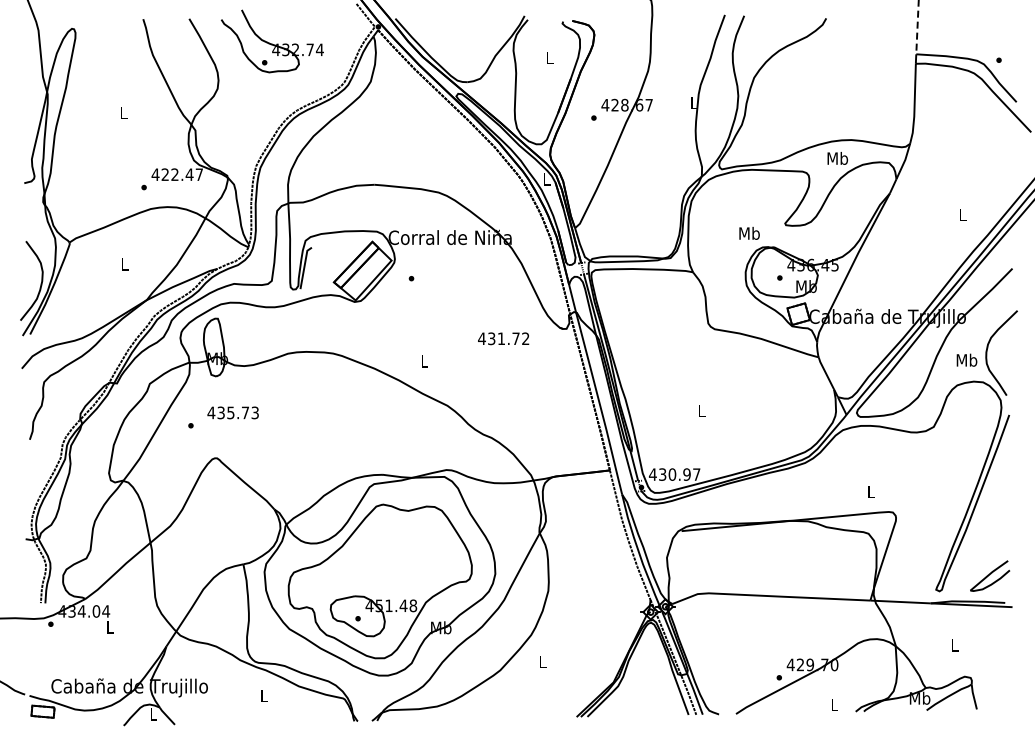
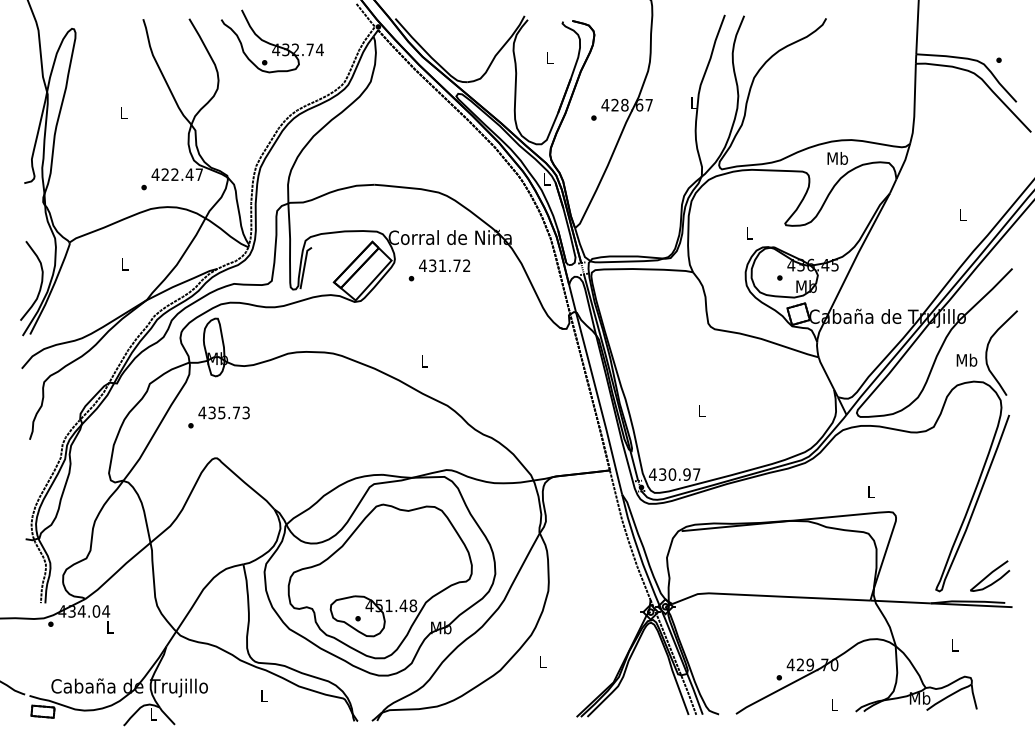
line at (917, 27): dashed -> solid
text at (749, 232): Mb -> L
text at (503, 338) position: (503, 338) -> (444, 265)
text at (232, 412) position: (232, 412) -> (223, 412)
